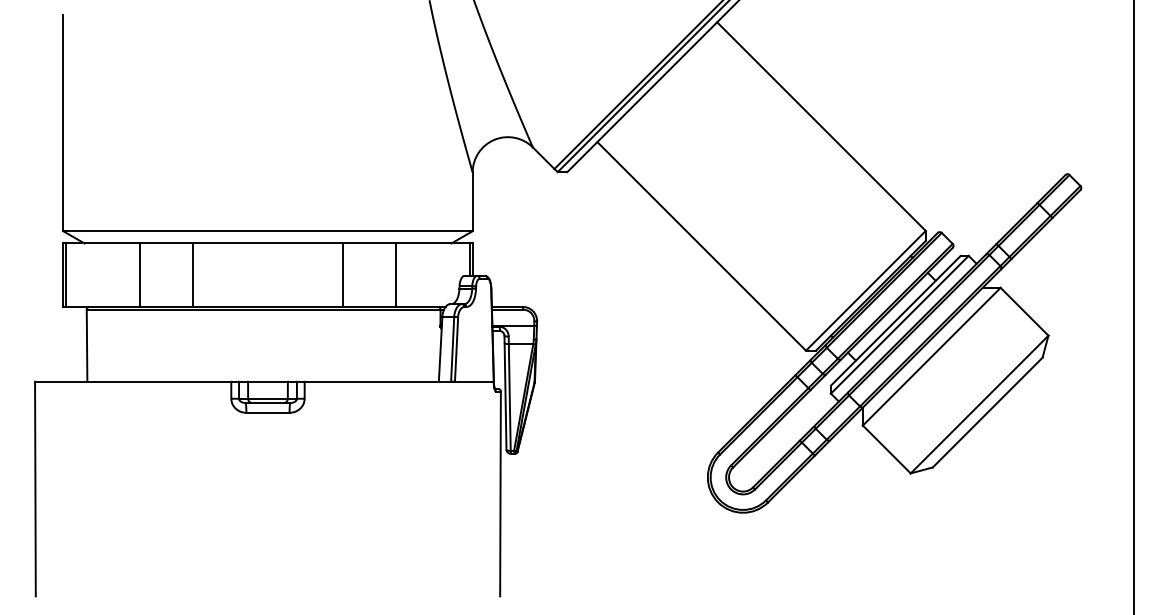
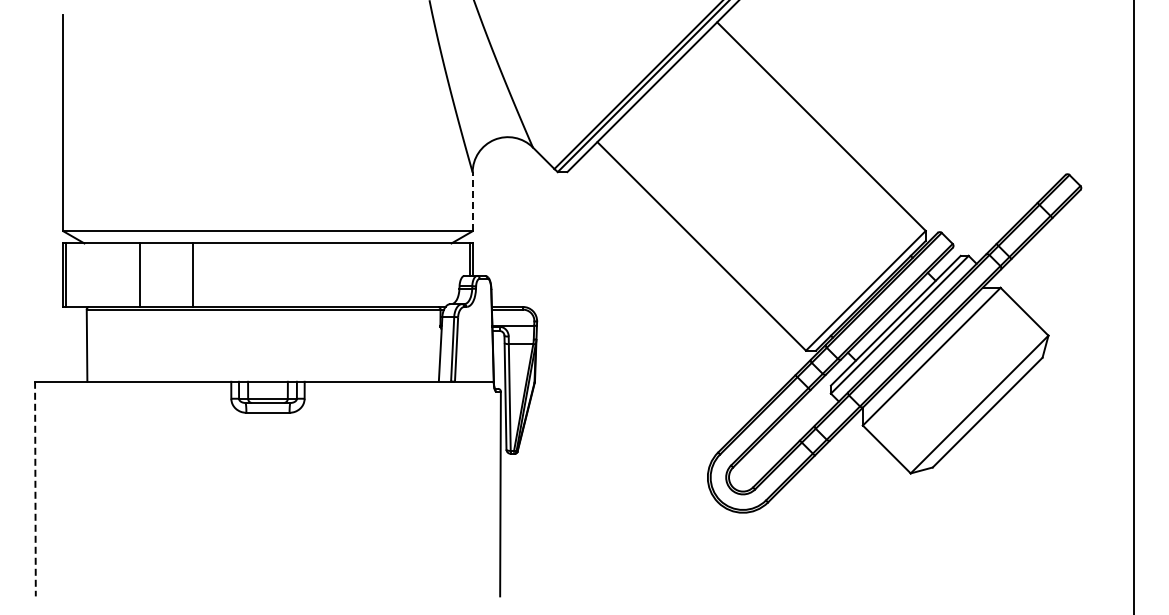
line at (472, 201): solid -> dashed
line at (342, 274): present -> none
line at (395, 274): present -> none
line at (35, 489): solid -> dashed
